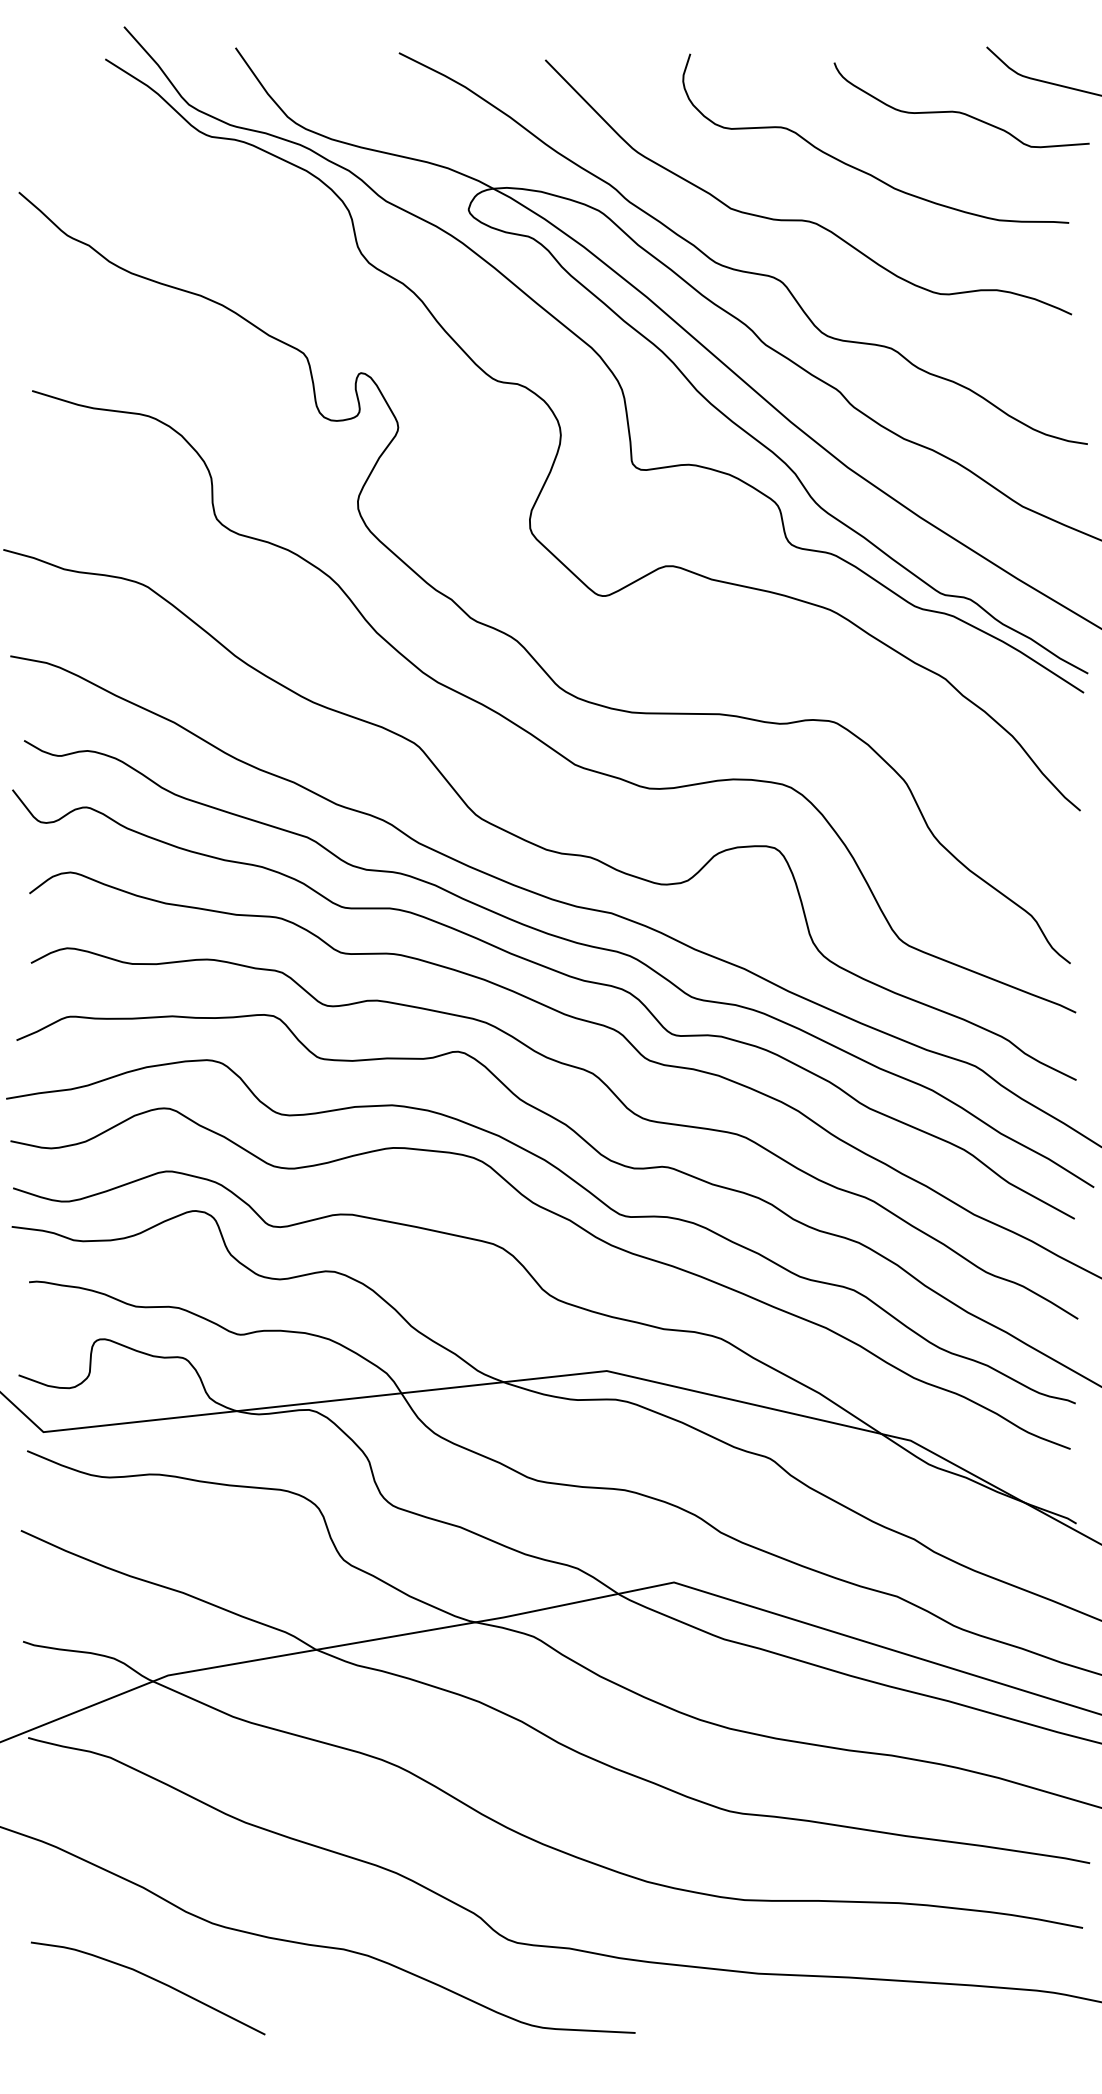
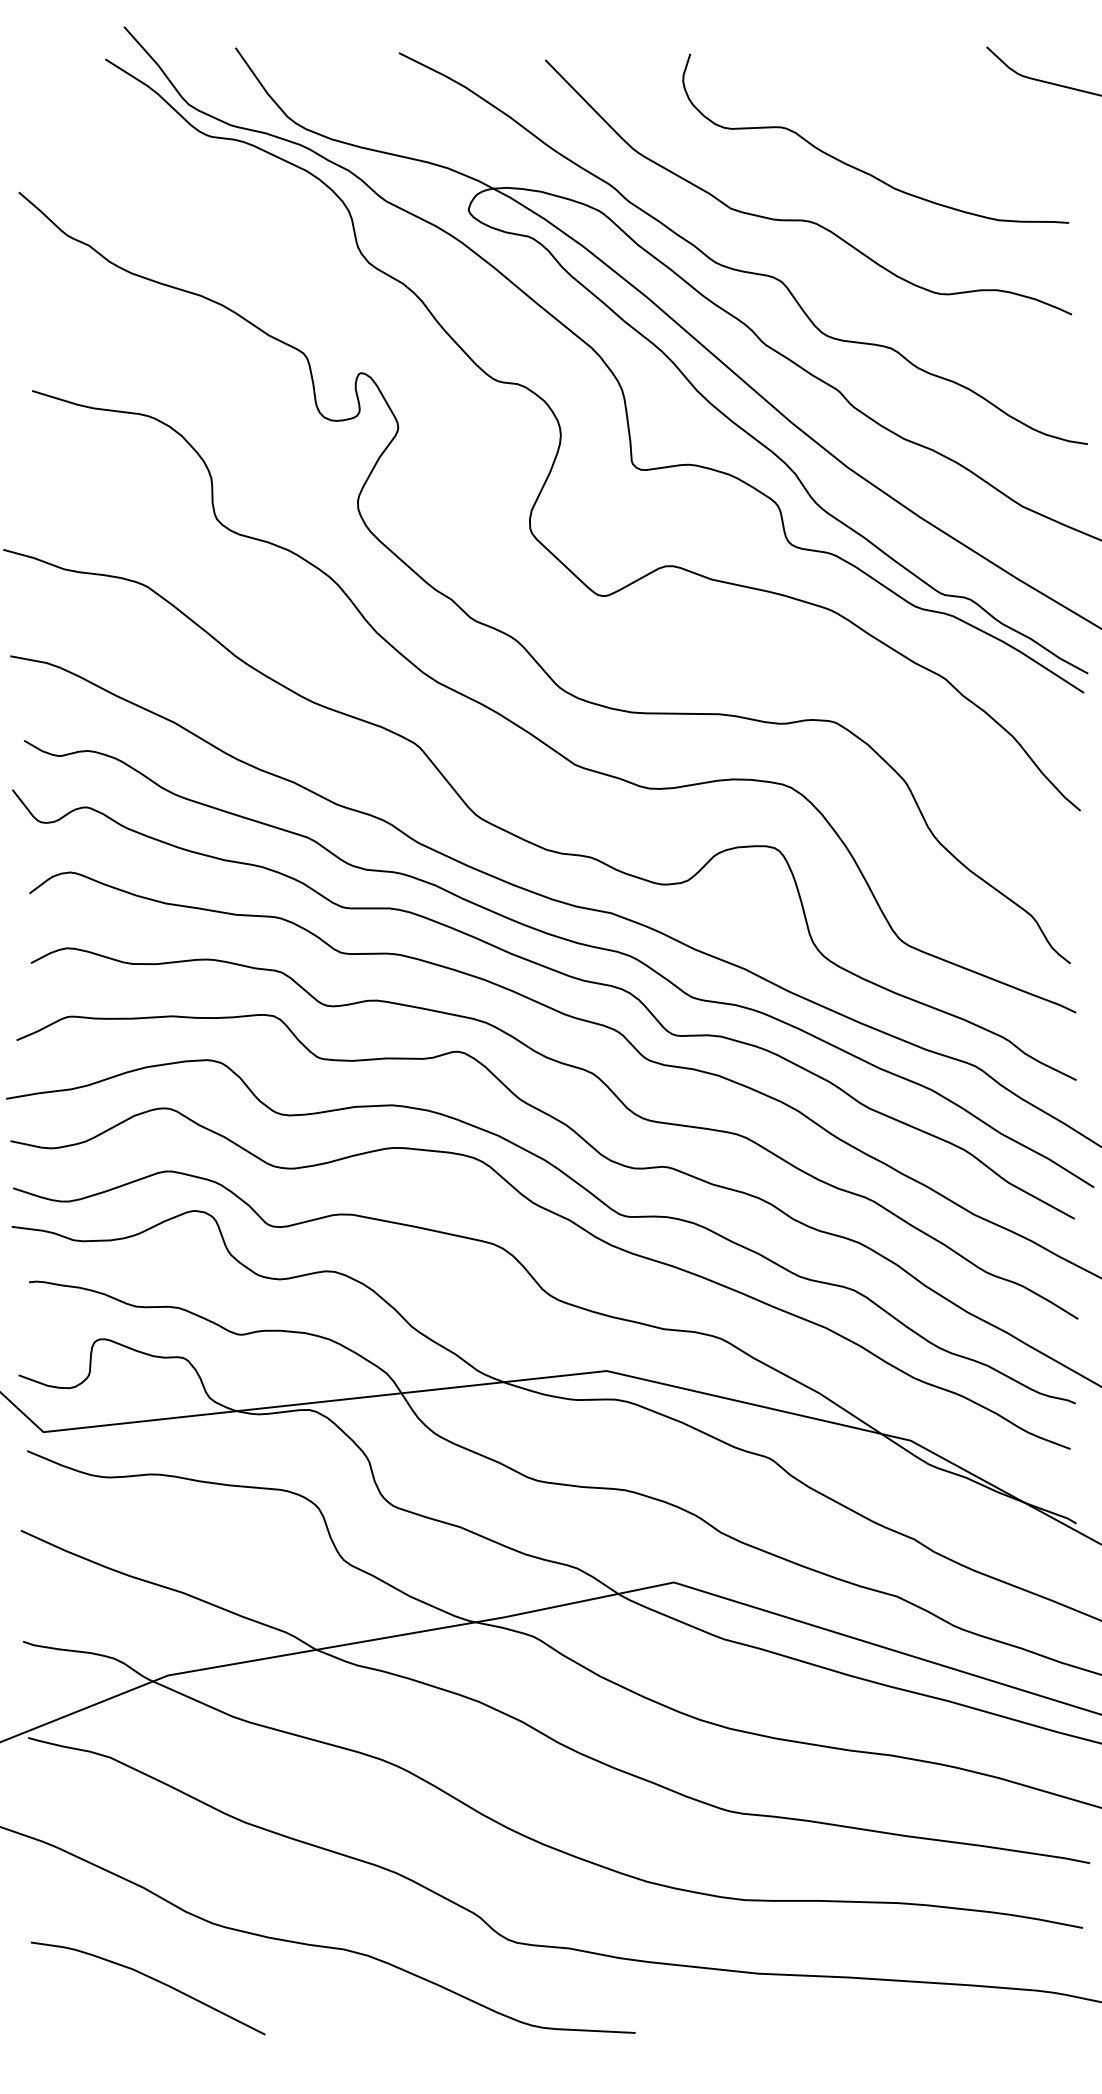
curve at (960, 111): present -> none
